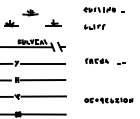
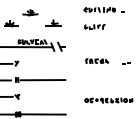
line at (43, 63): present -> none
part at (121, 63) position: (121, 63) -> (126, 63)
line at (43, 96): present -> none
